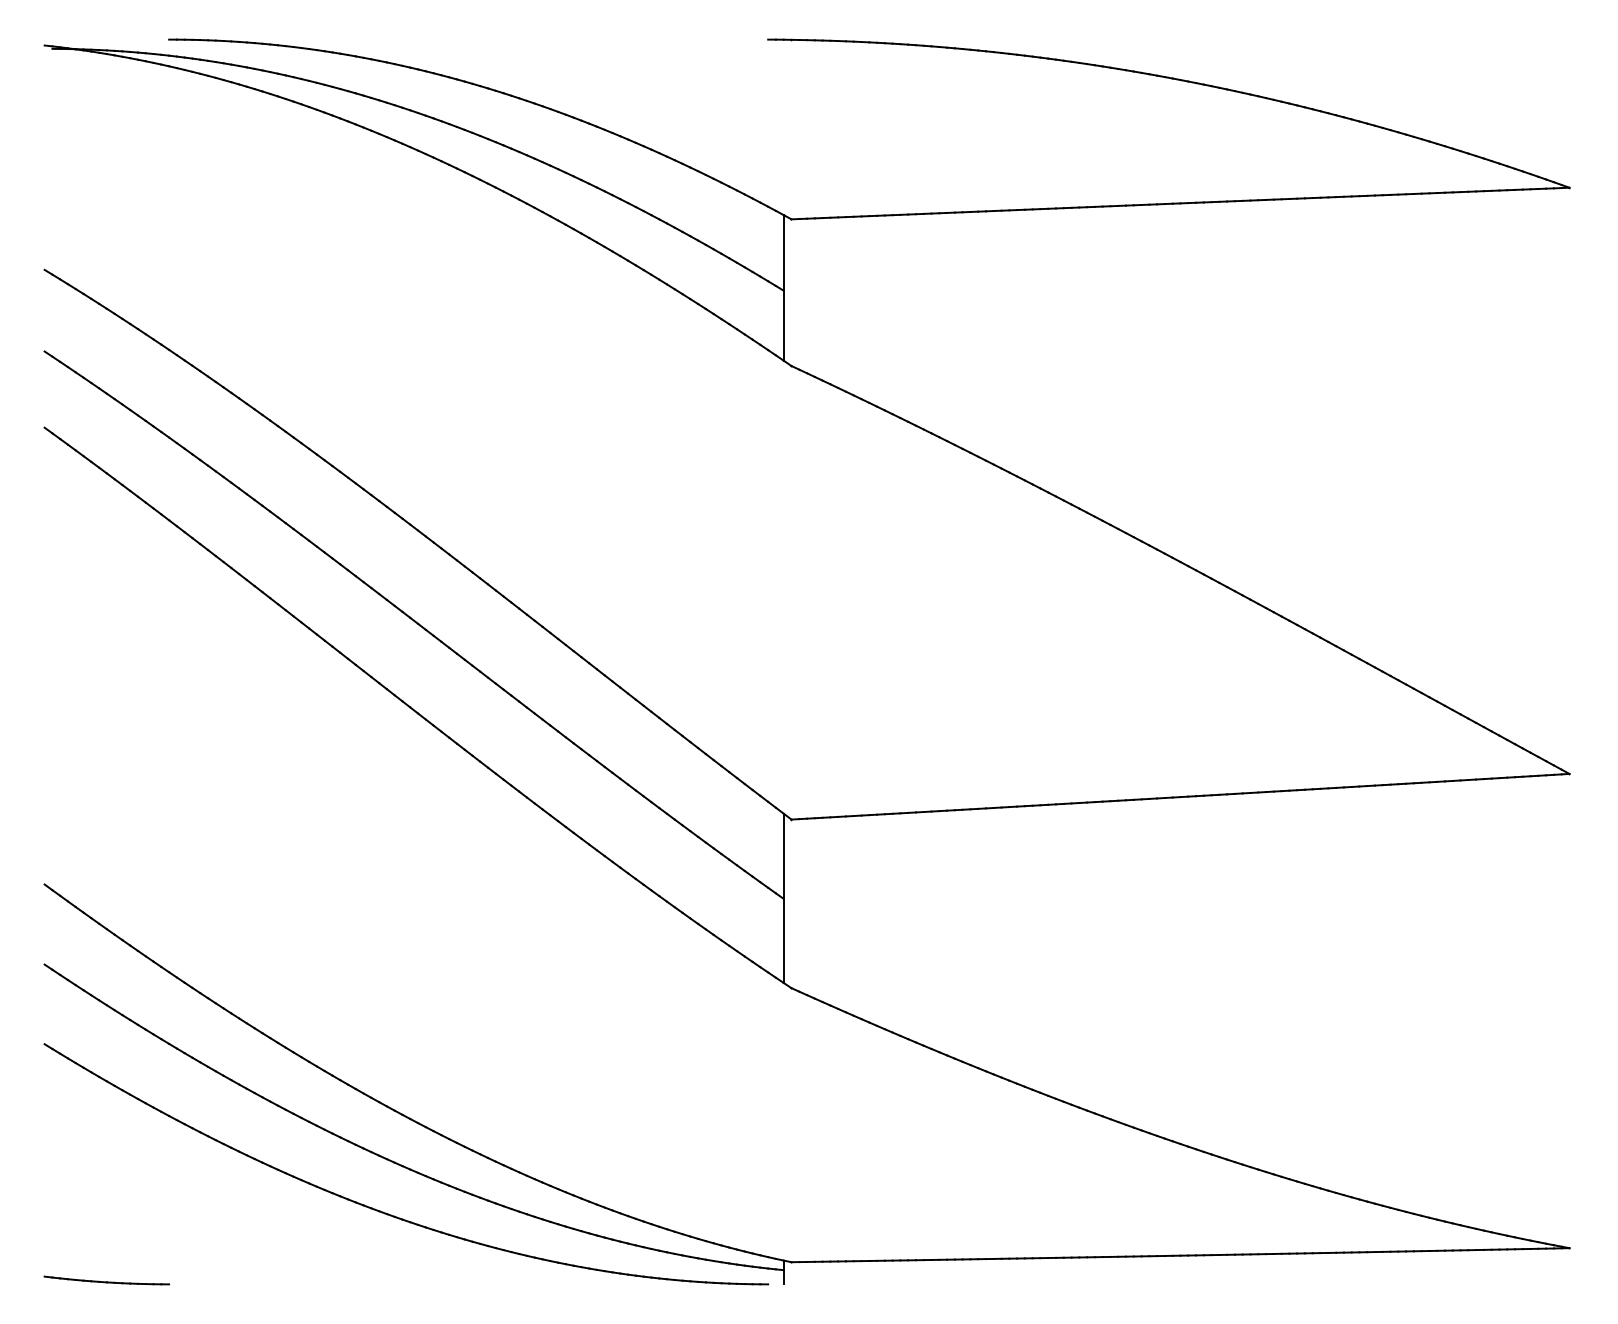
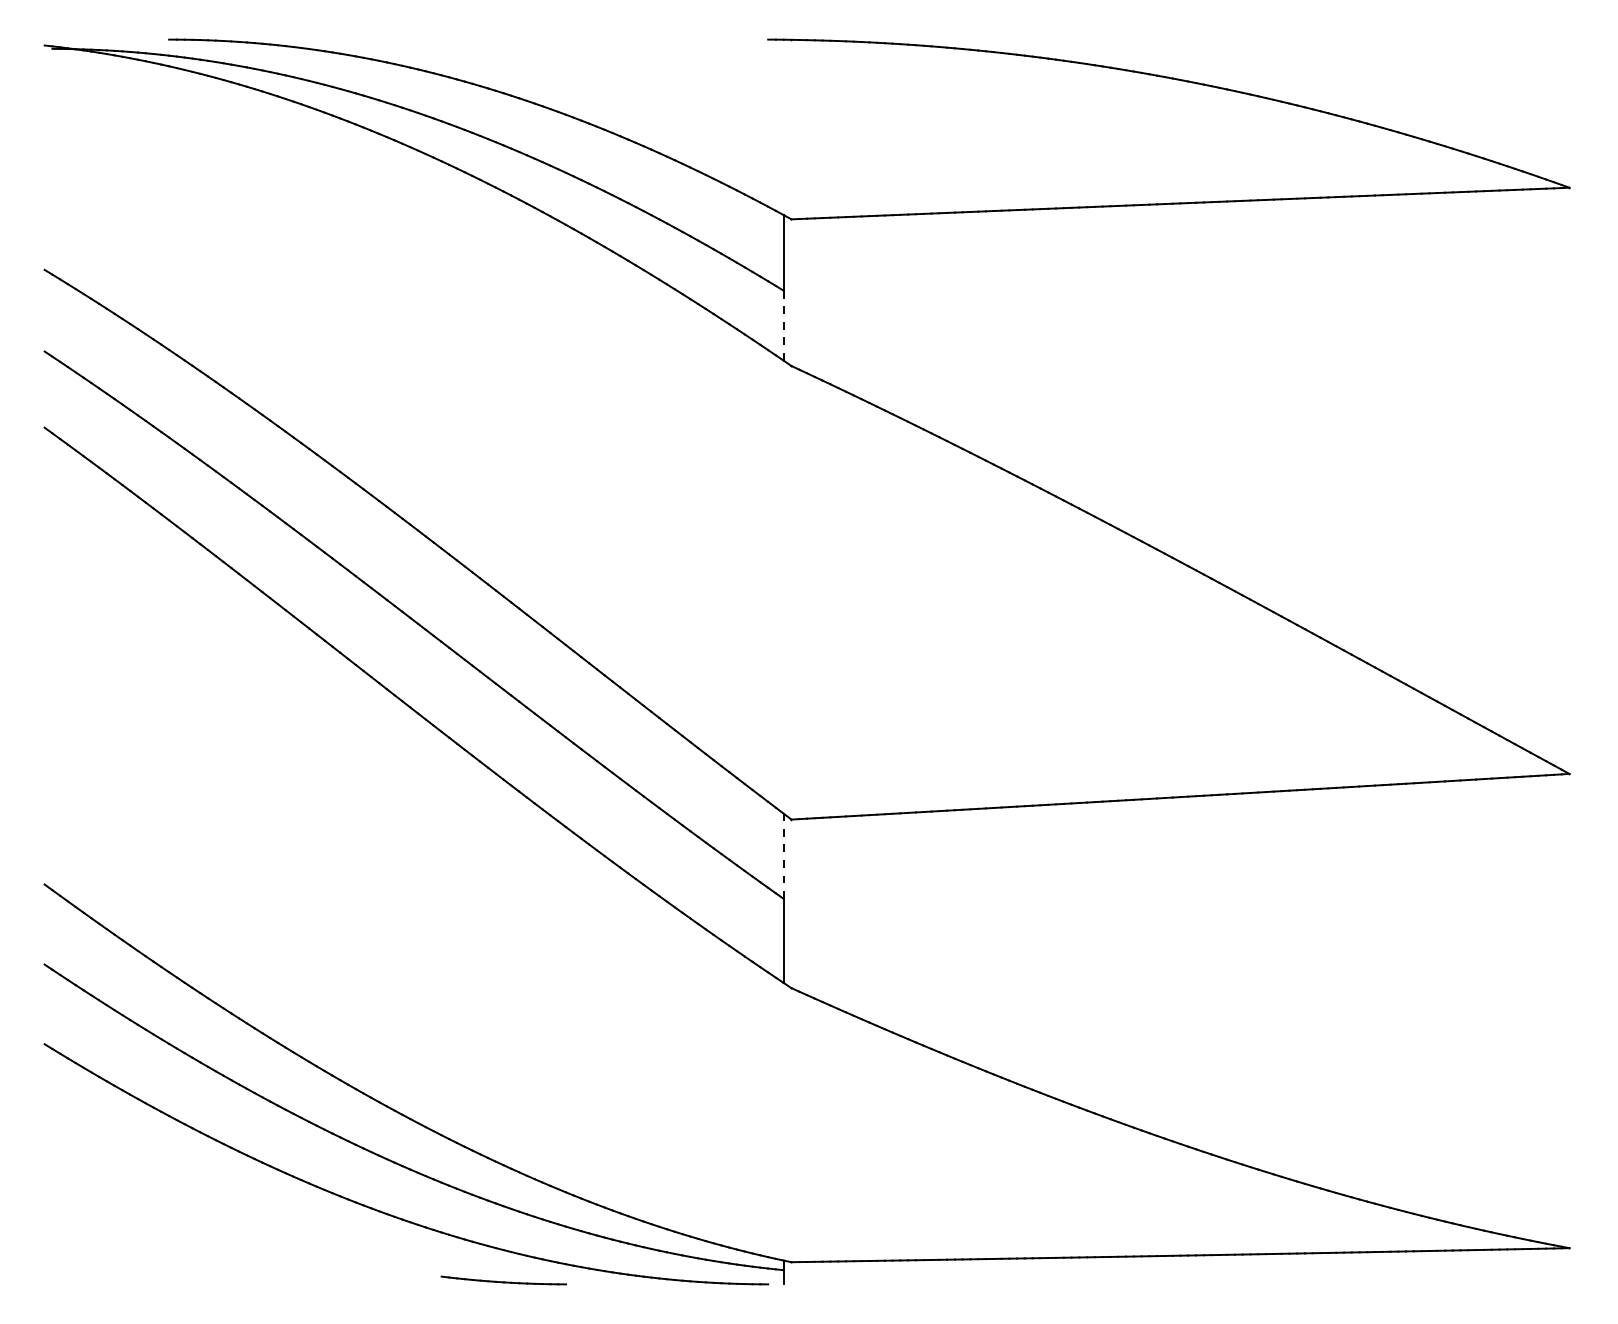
line at (783, 325): solid -> dashed
line at (783, 856): solid -> dashed
part at (106, 1280) position: (106, 1280) -> (503, 1280)
